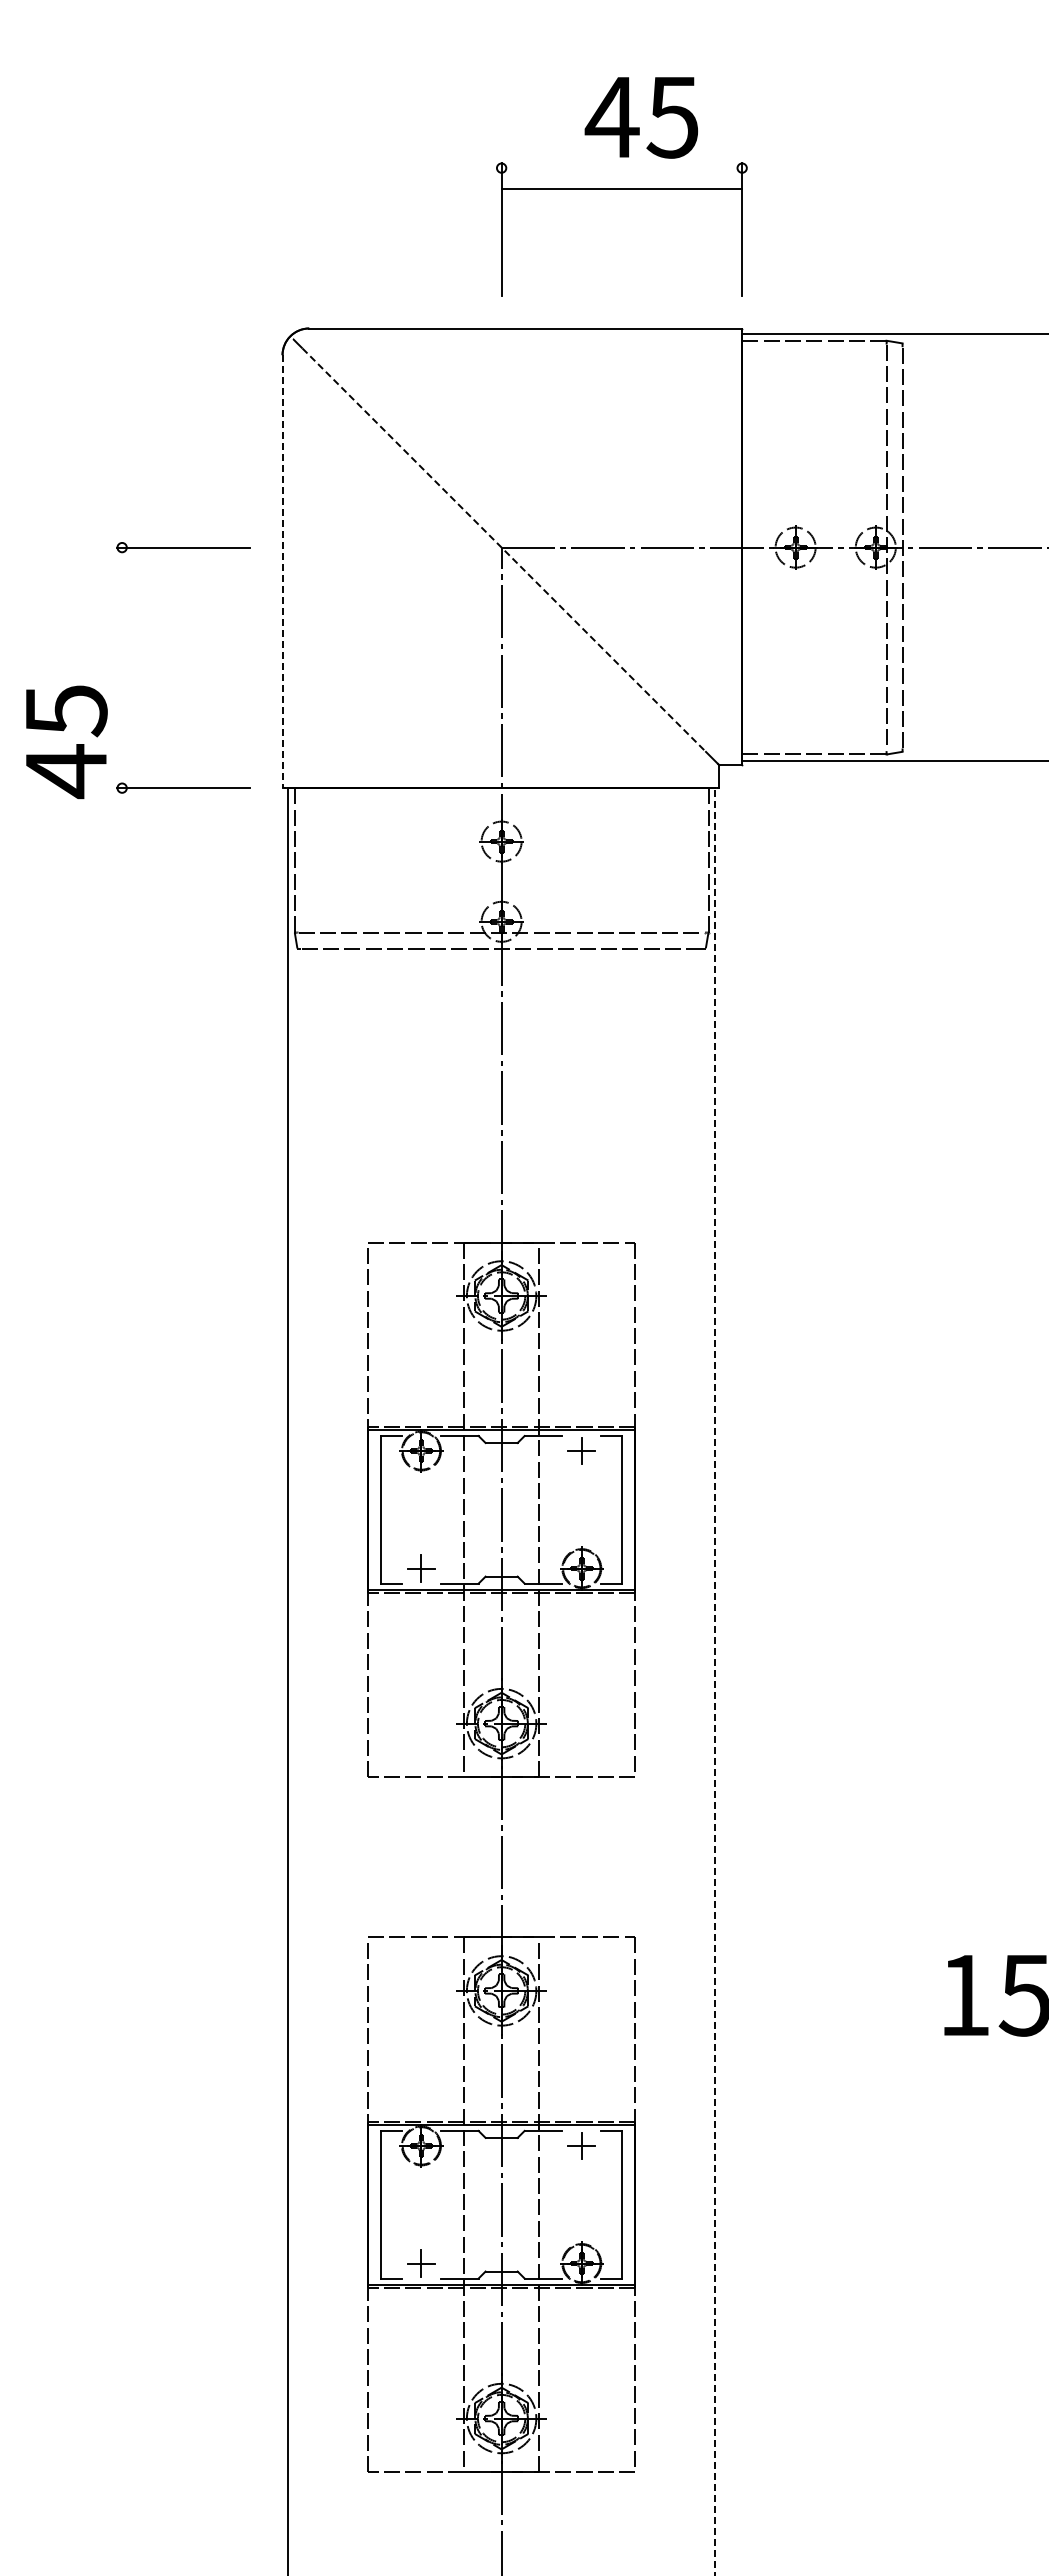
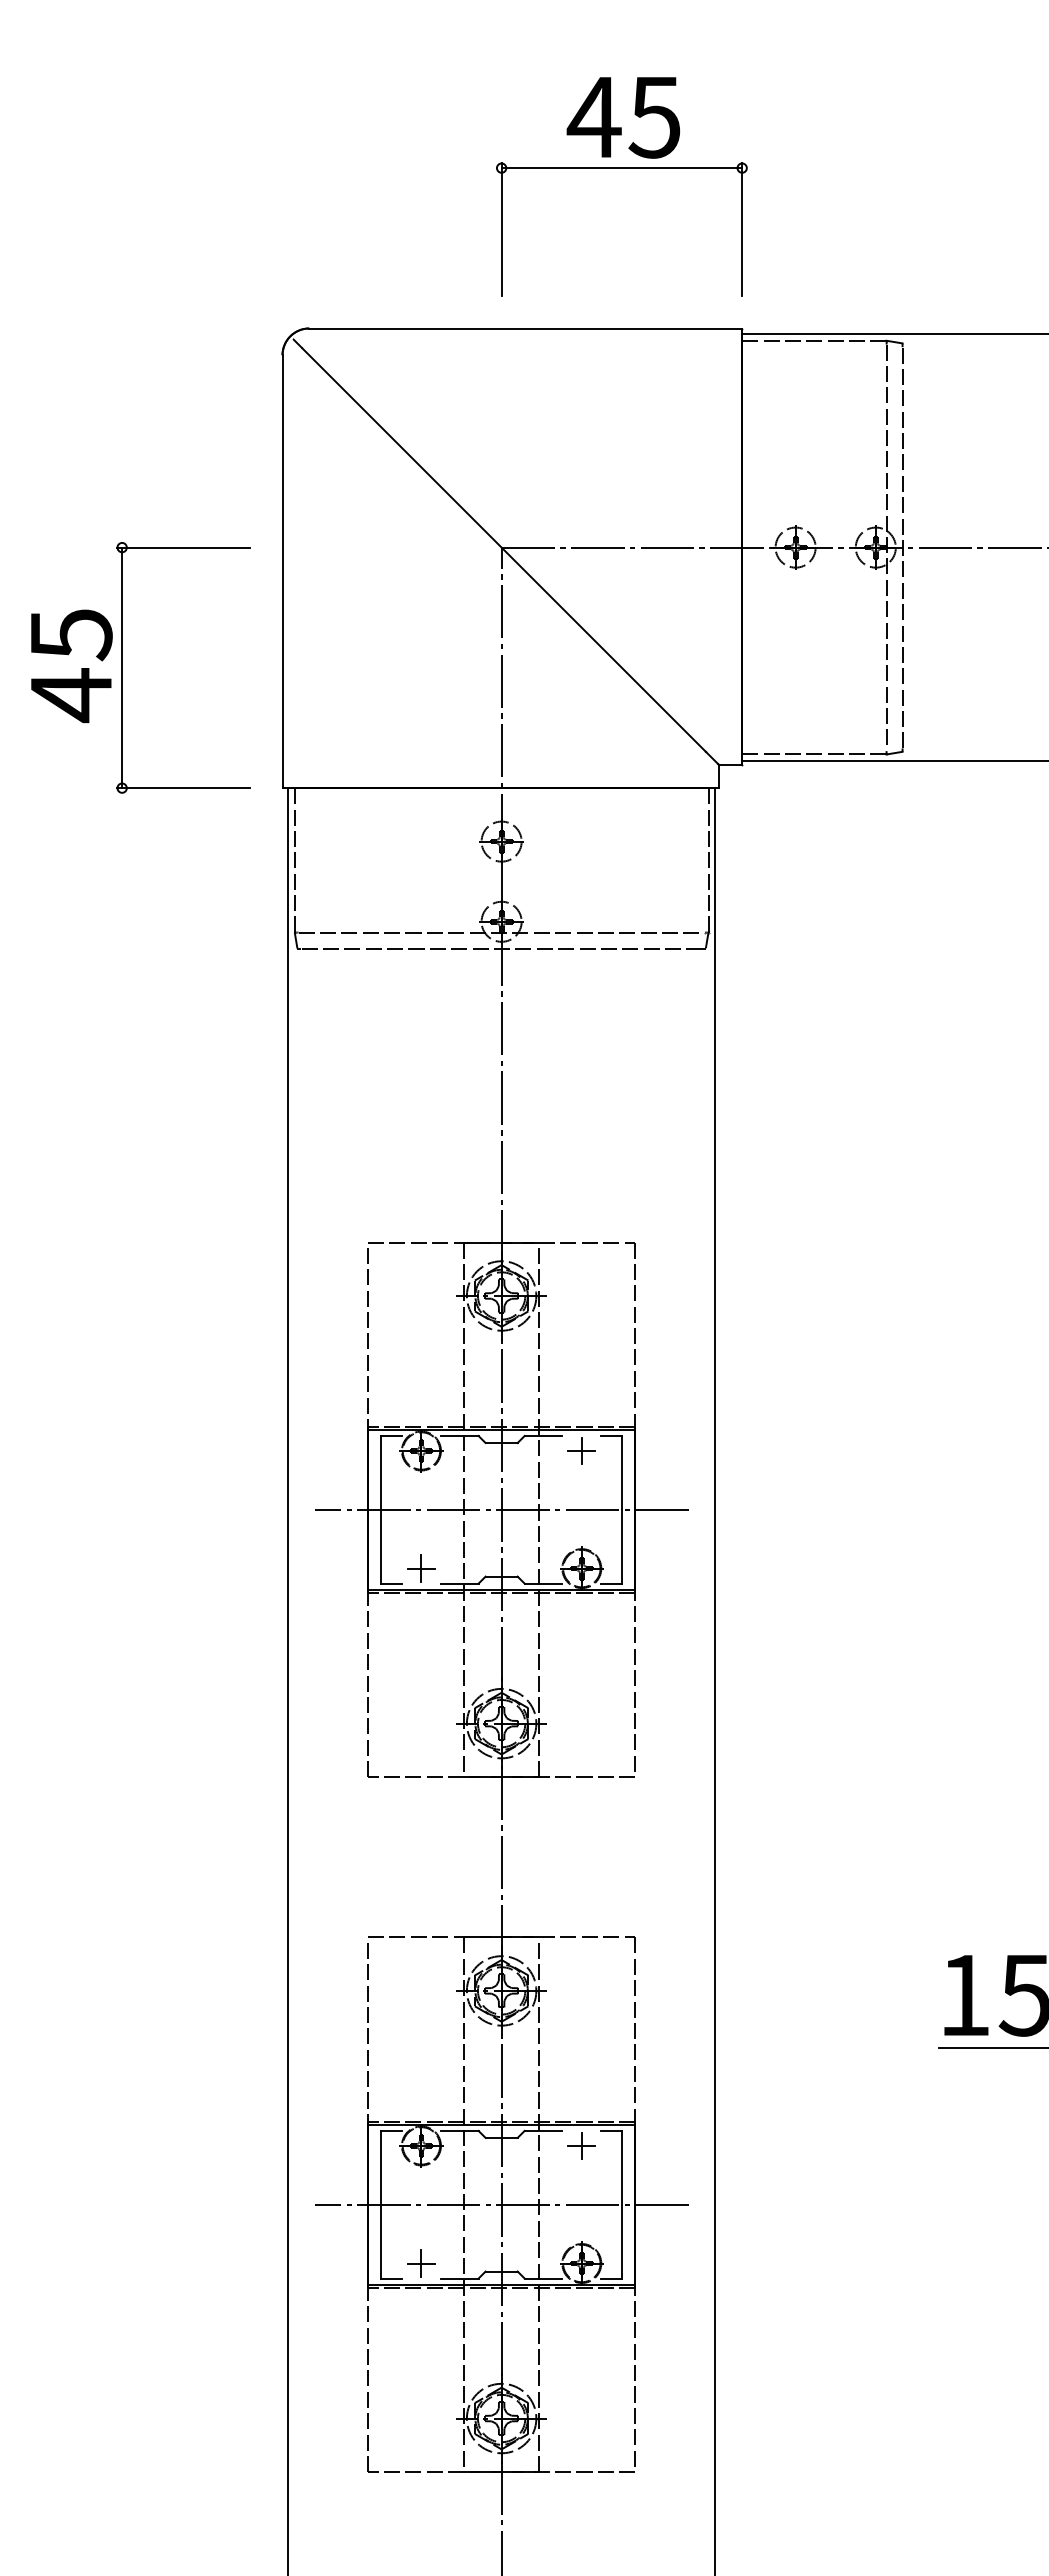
text at (641, 117) position: (641, 117) -> (623, 117)
line at (621, 189) position: (621, 189) -> (621, 168)
line at (504, 550): dashed -> solid
line at (282, 572): dashed -> solid
line at (122, 667): none -> present
text at (66, 742) position: (66, 742) -> (71, 666)
line at (501, 1509): none -> present
line at (715, 1681): dashed -> solid
line at (991, 2048): none -> present
line at (501, 2204): none -> present
